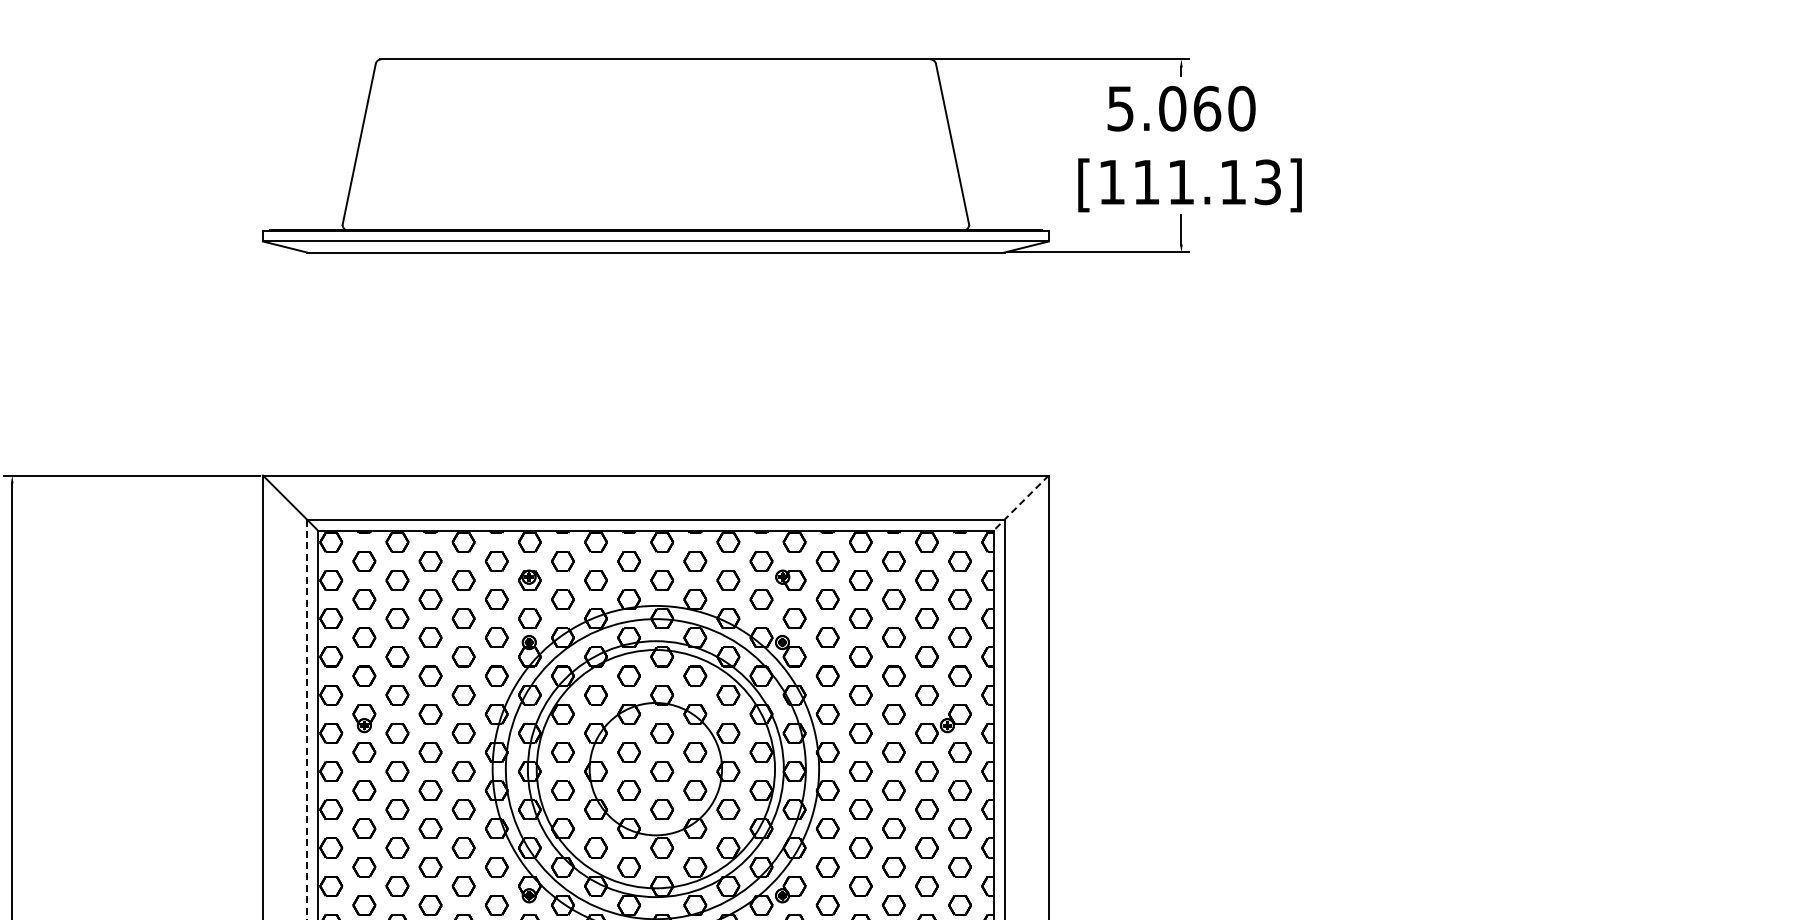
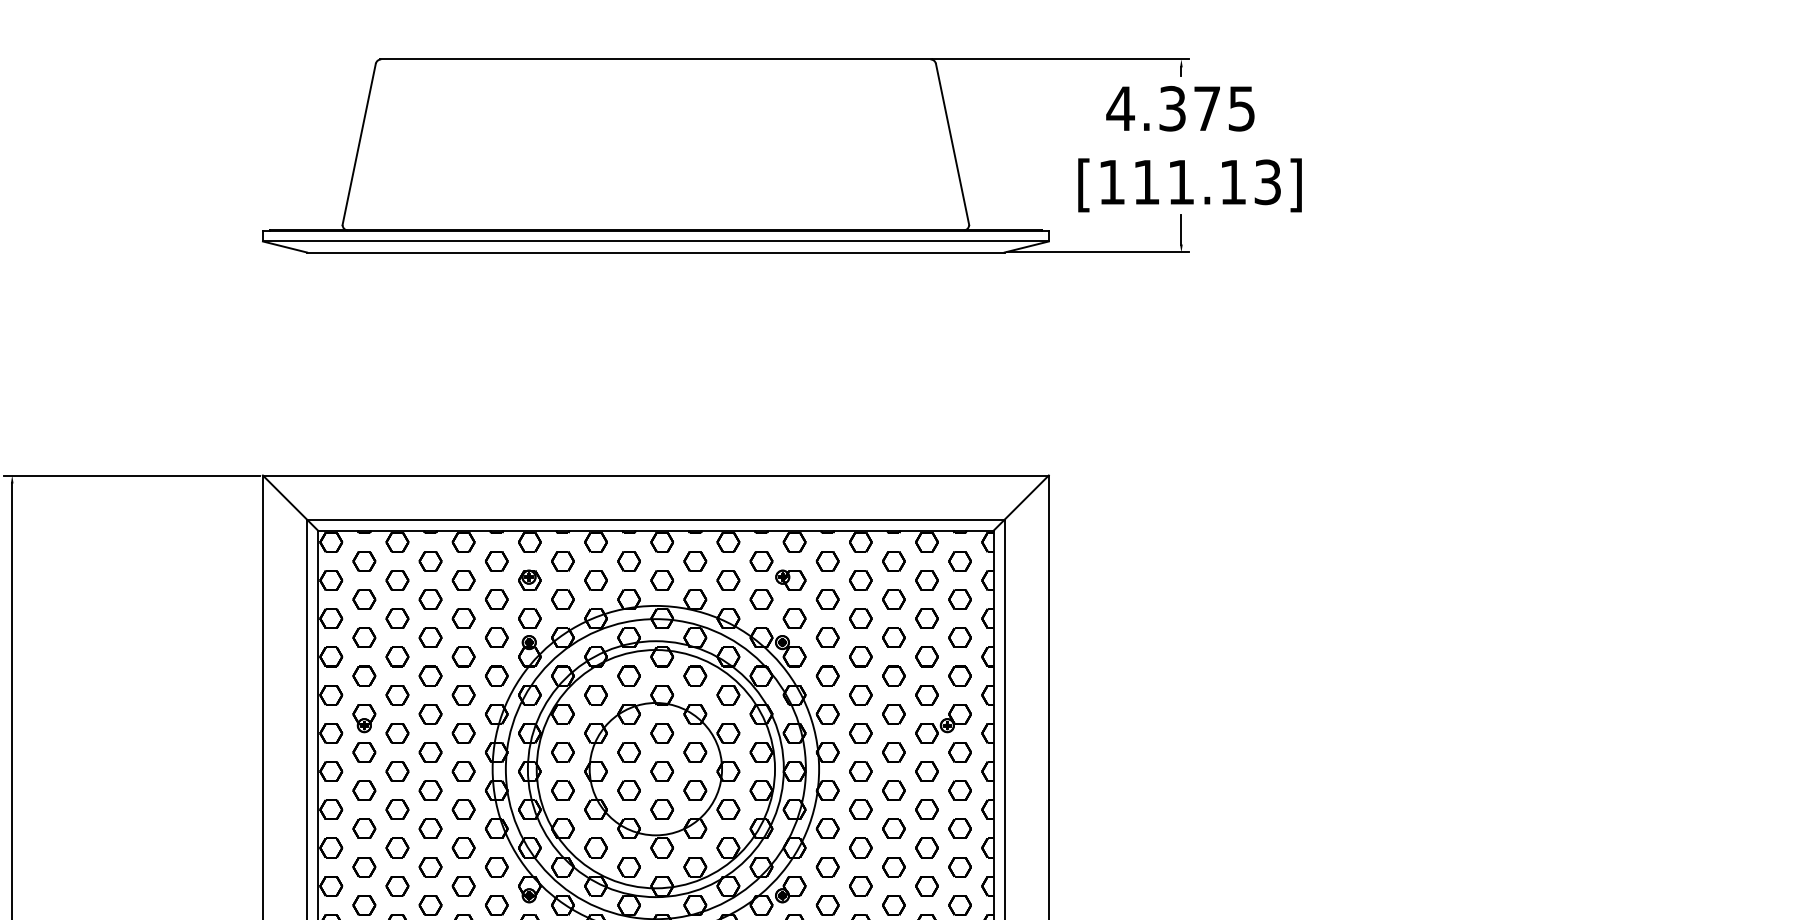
text at (1180, 108): 5.060 -> 4.375
line at (1020, 503): dashed -> solid
line at (307, 719): dashed -> solid
